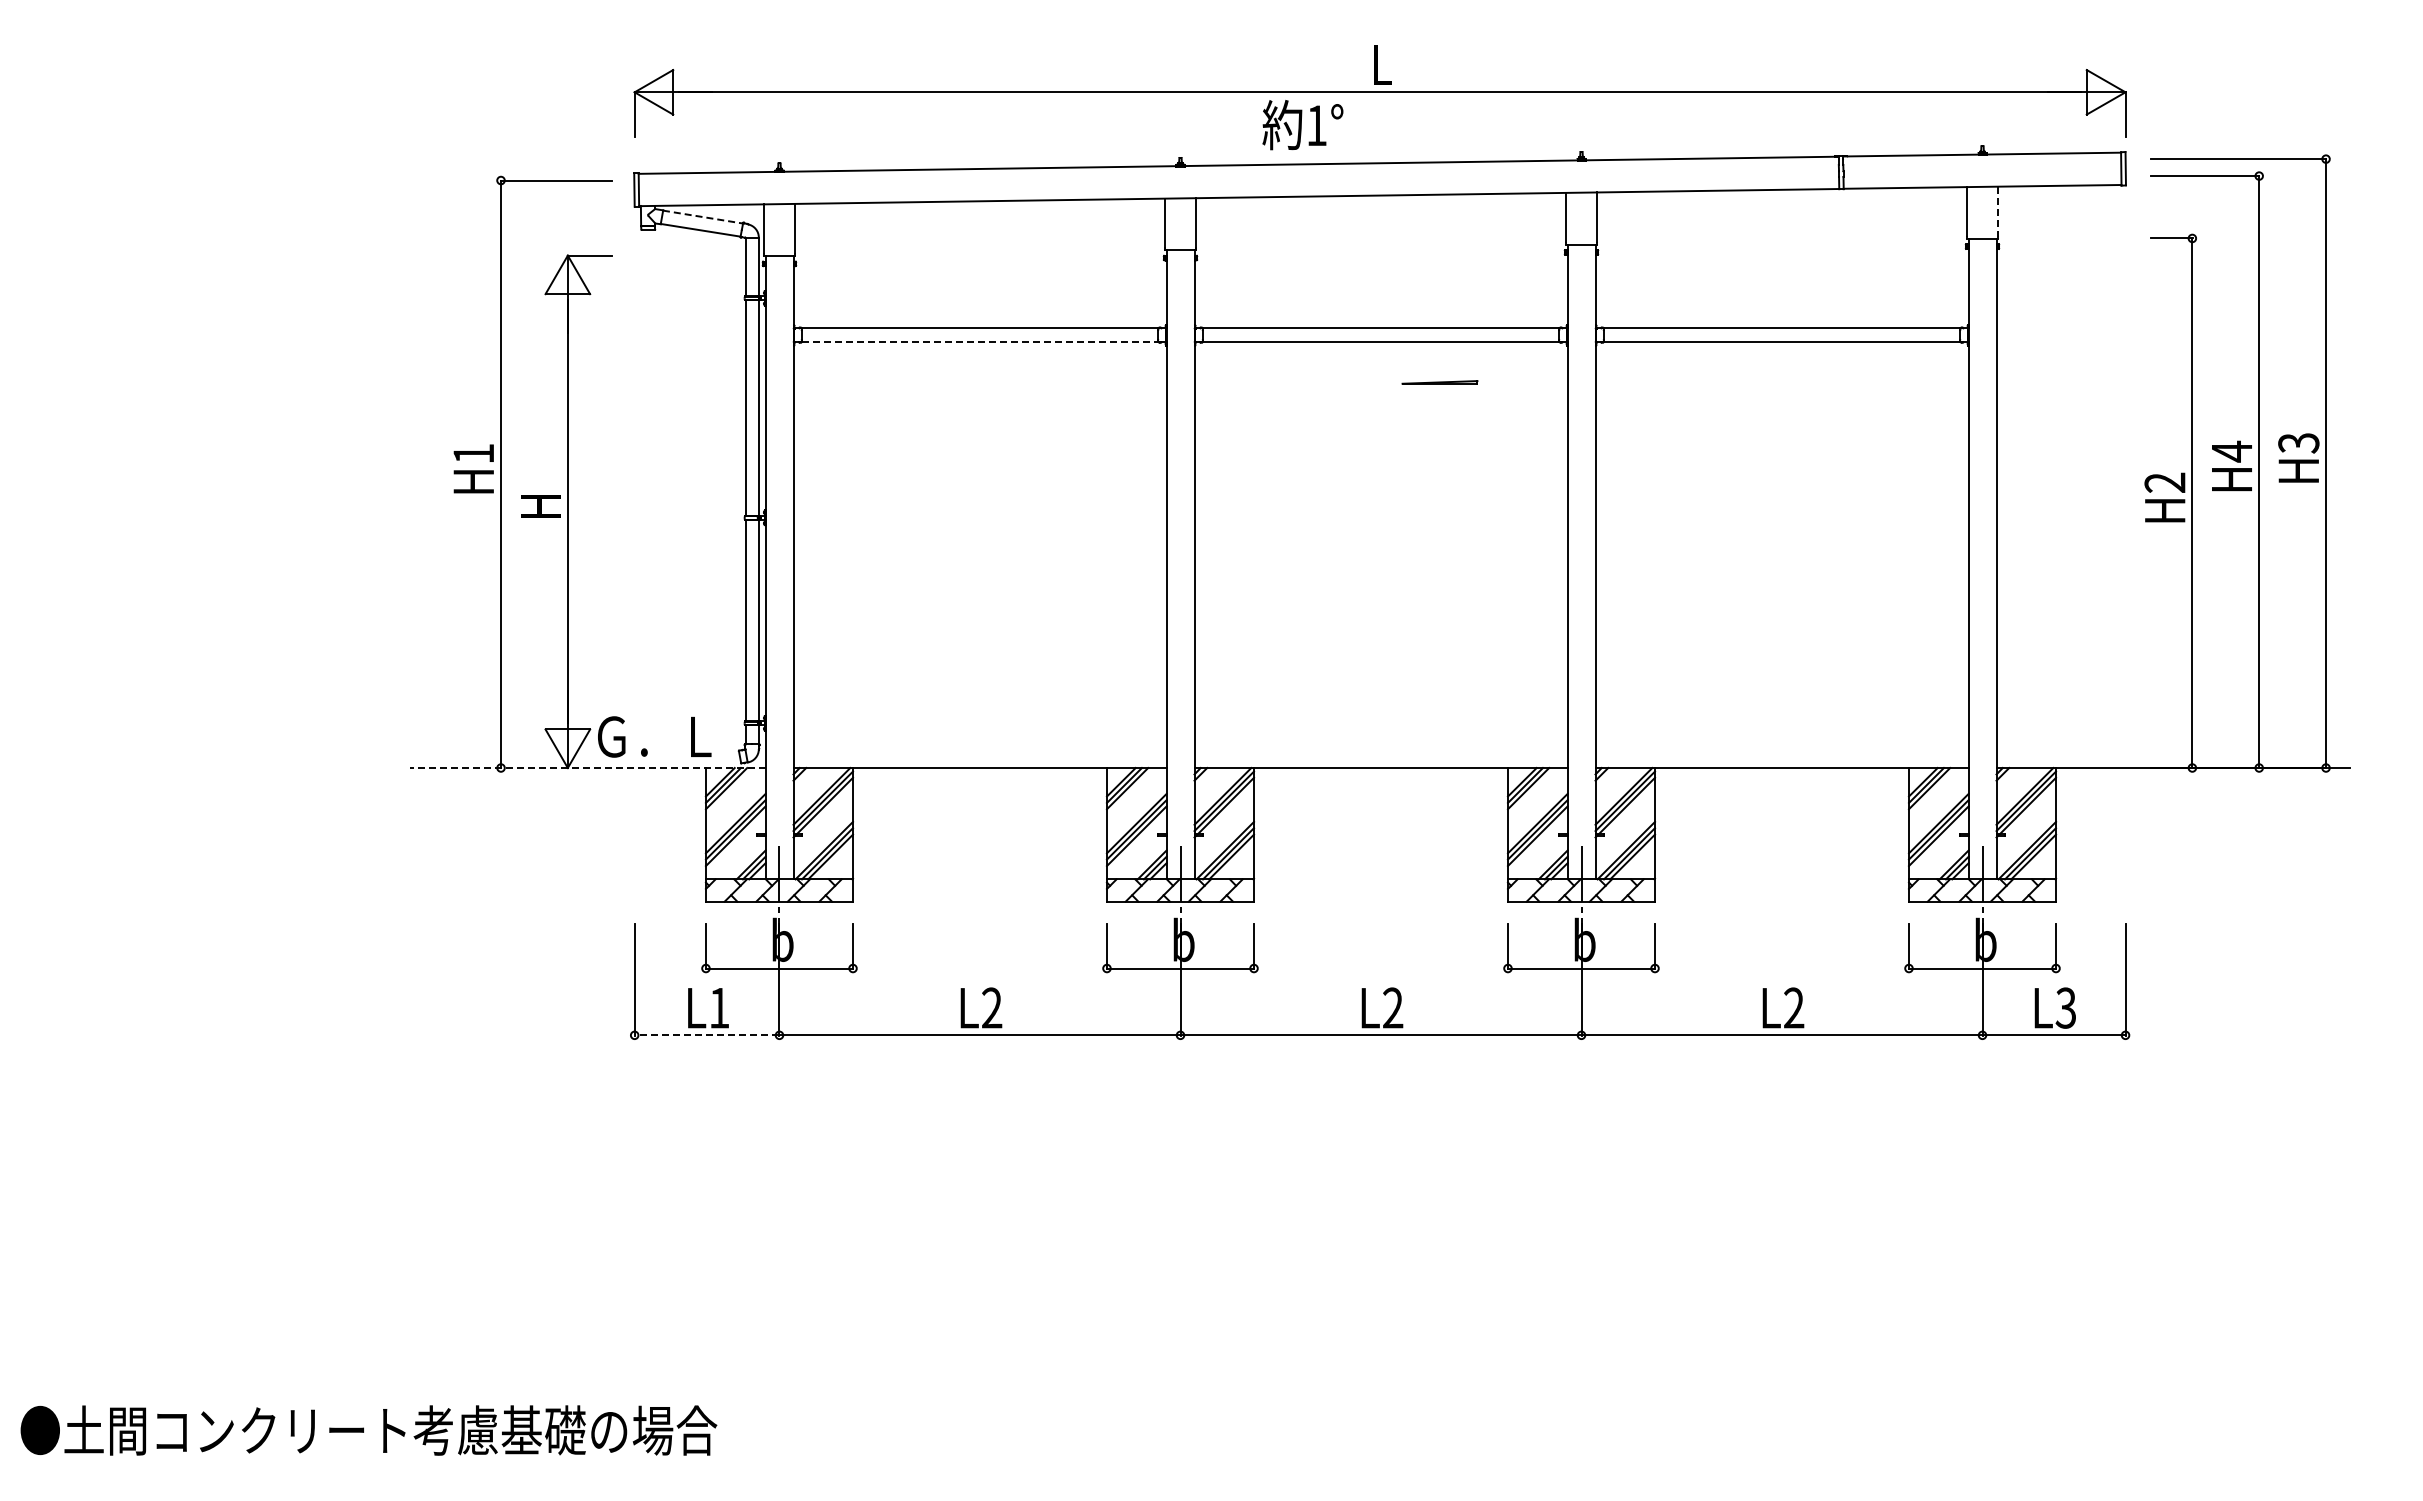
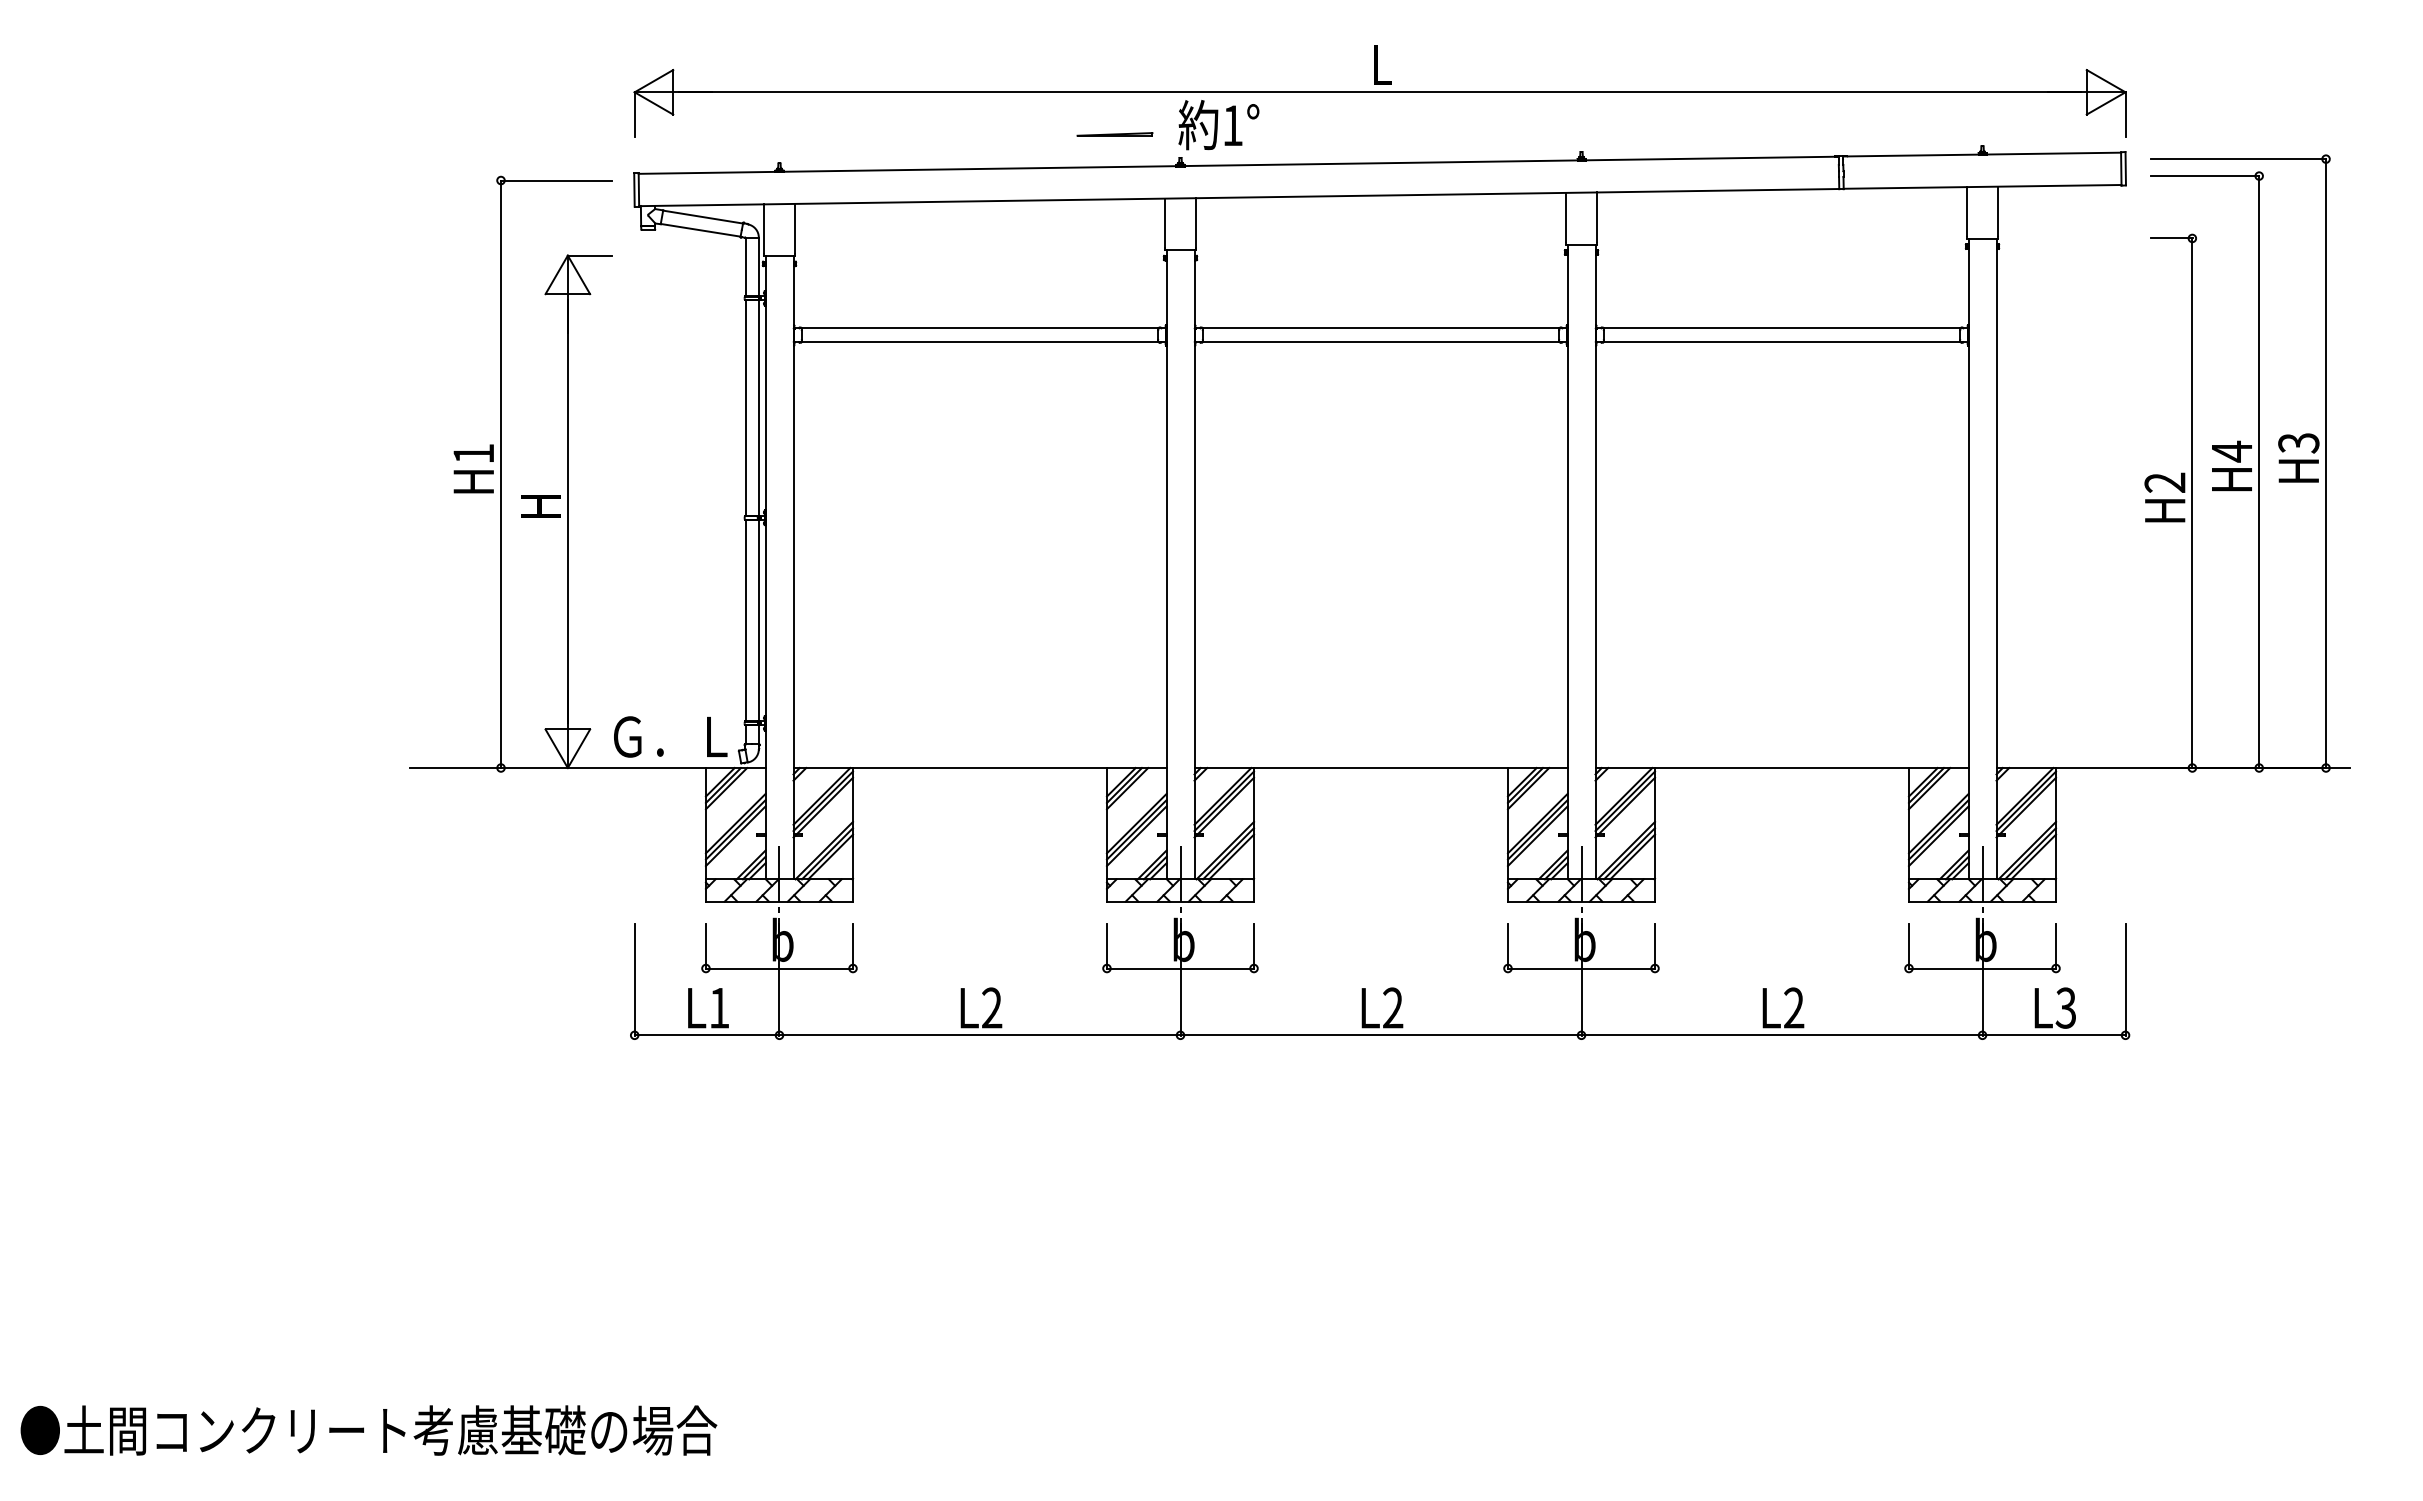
text at (1302, 125) position: (1302, 125) -> (1218, 125)
line at (1997, 211): dashed -> solid
line at (702, 217): dashed -> solid
line at (980, 341): dashed -> solid
line at (1439, 382) position: (1439, 382) -> (1114, 134)
text at (654, 736) position: (654, 736) -> (670, 736)
line at (587, 768): dashed -> solid
line at (706, 1035): dashed -> solid
